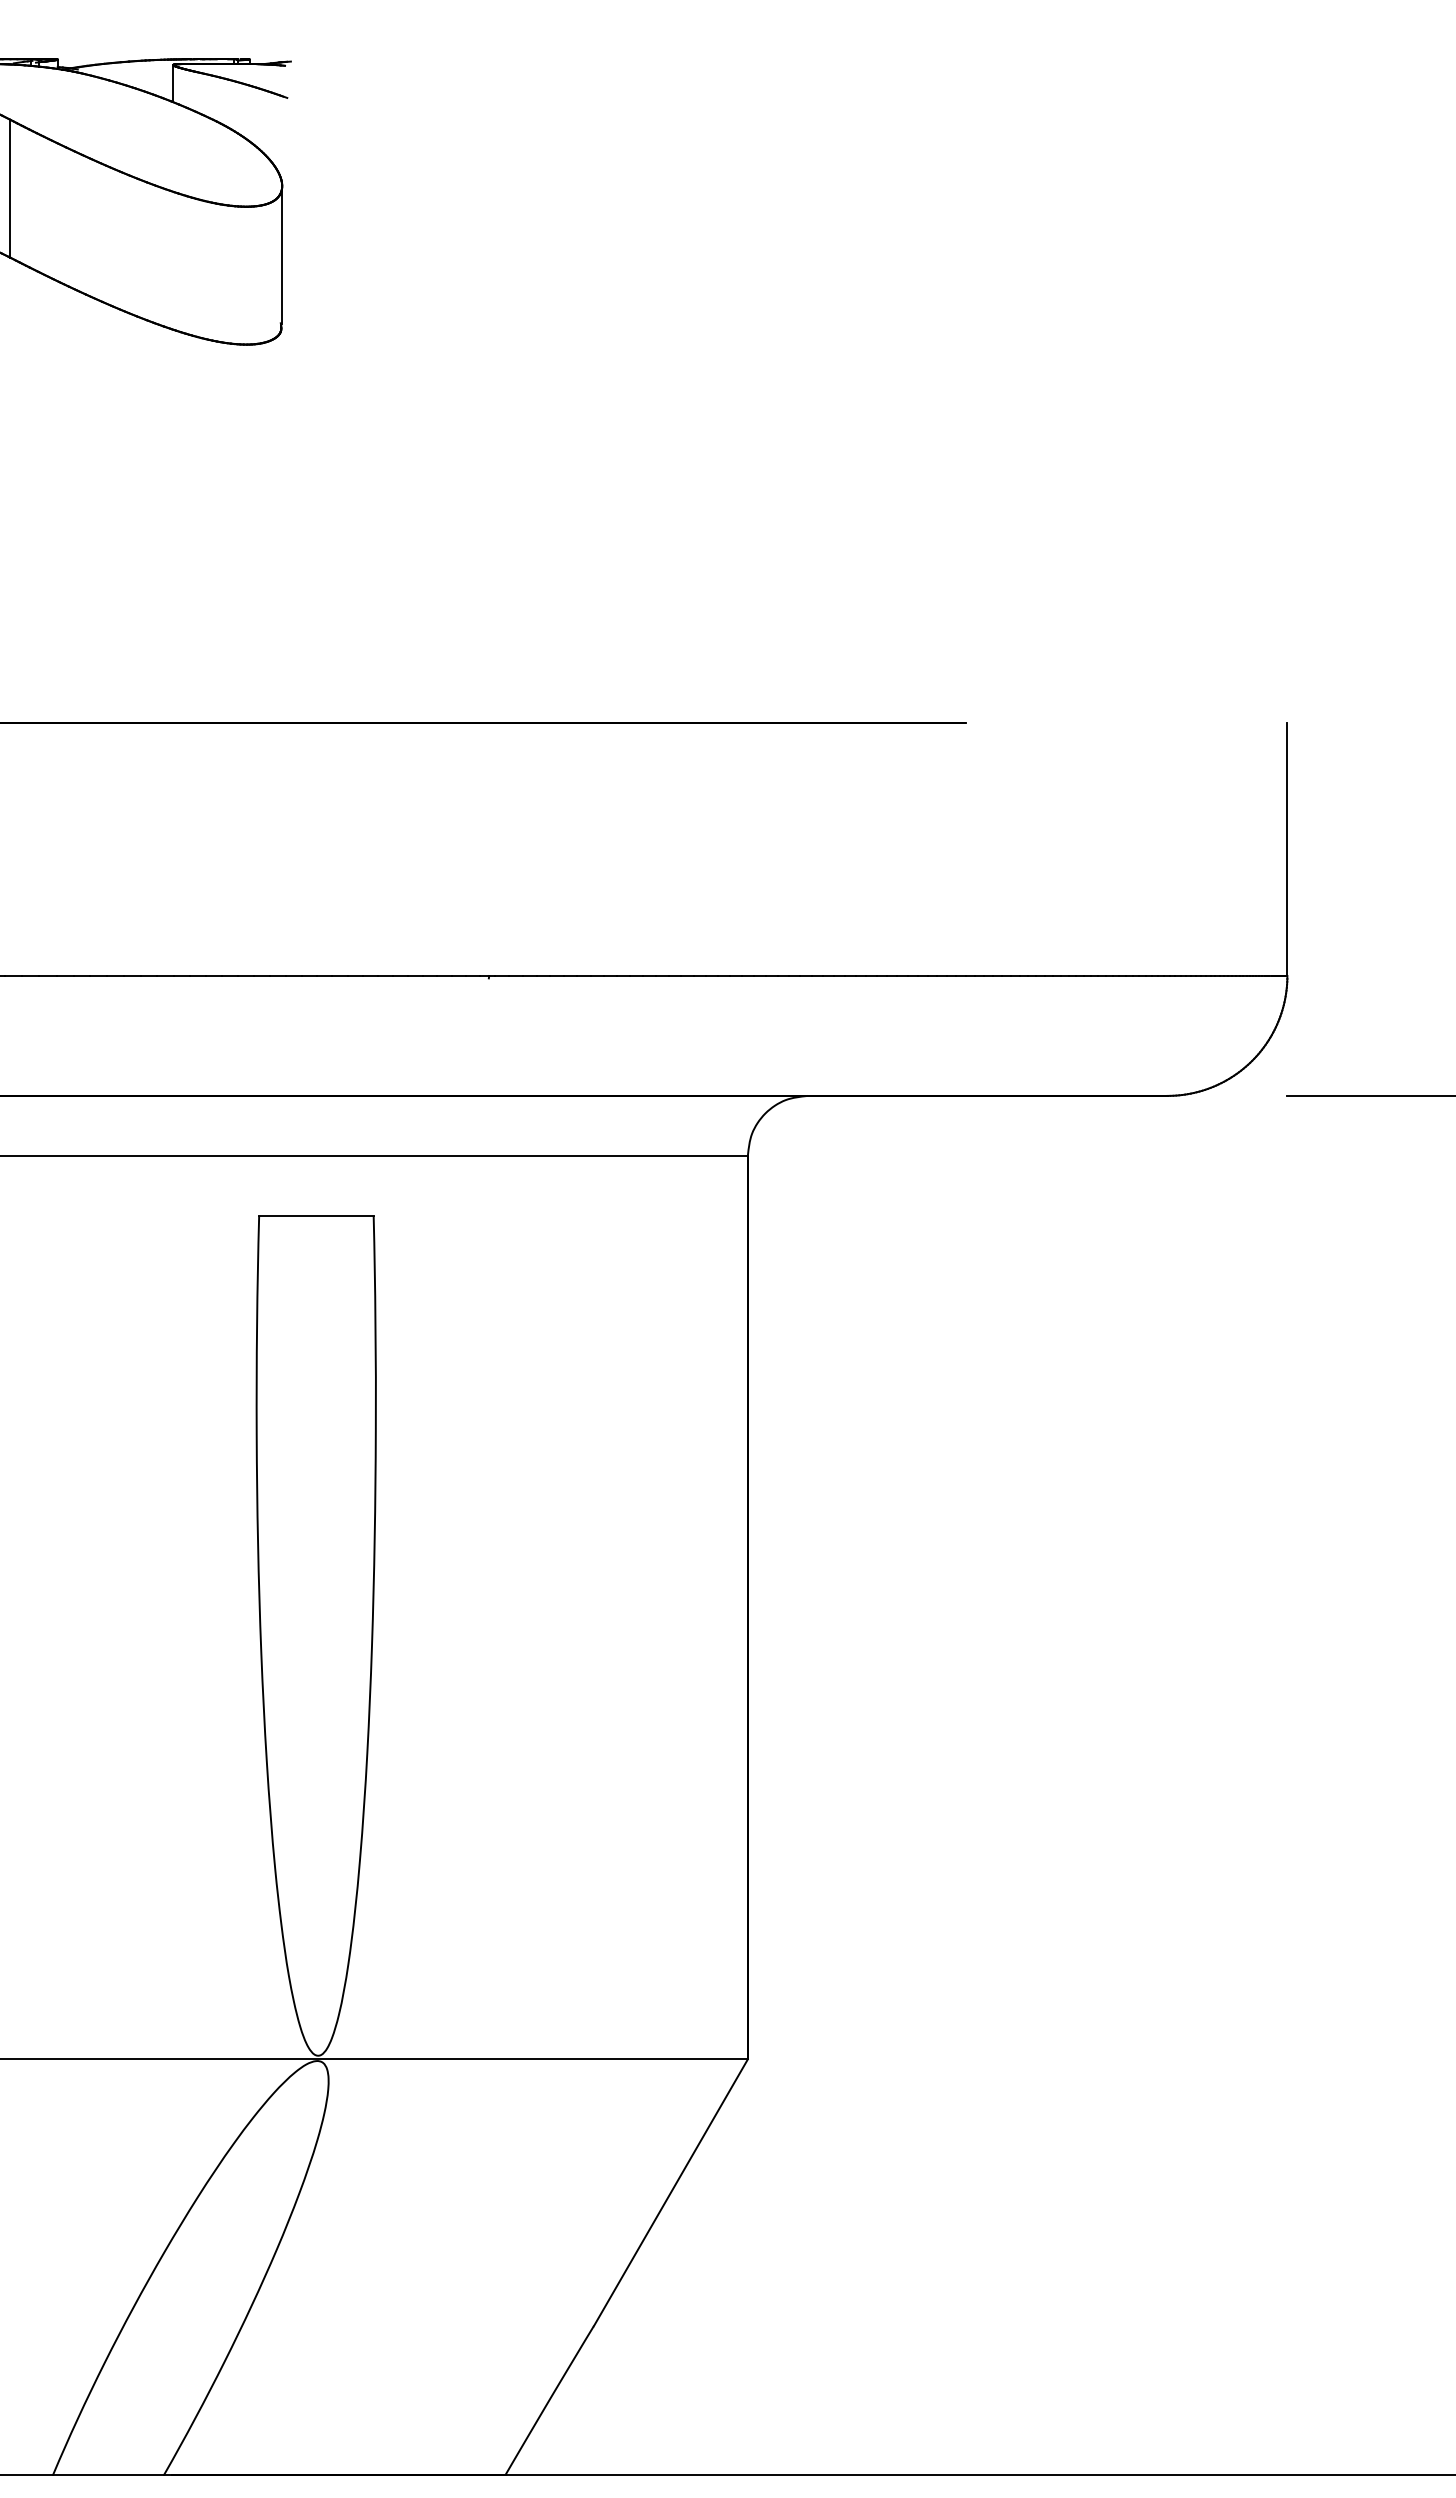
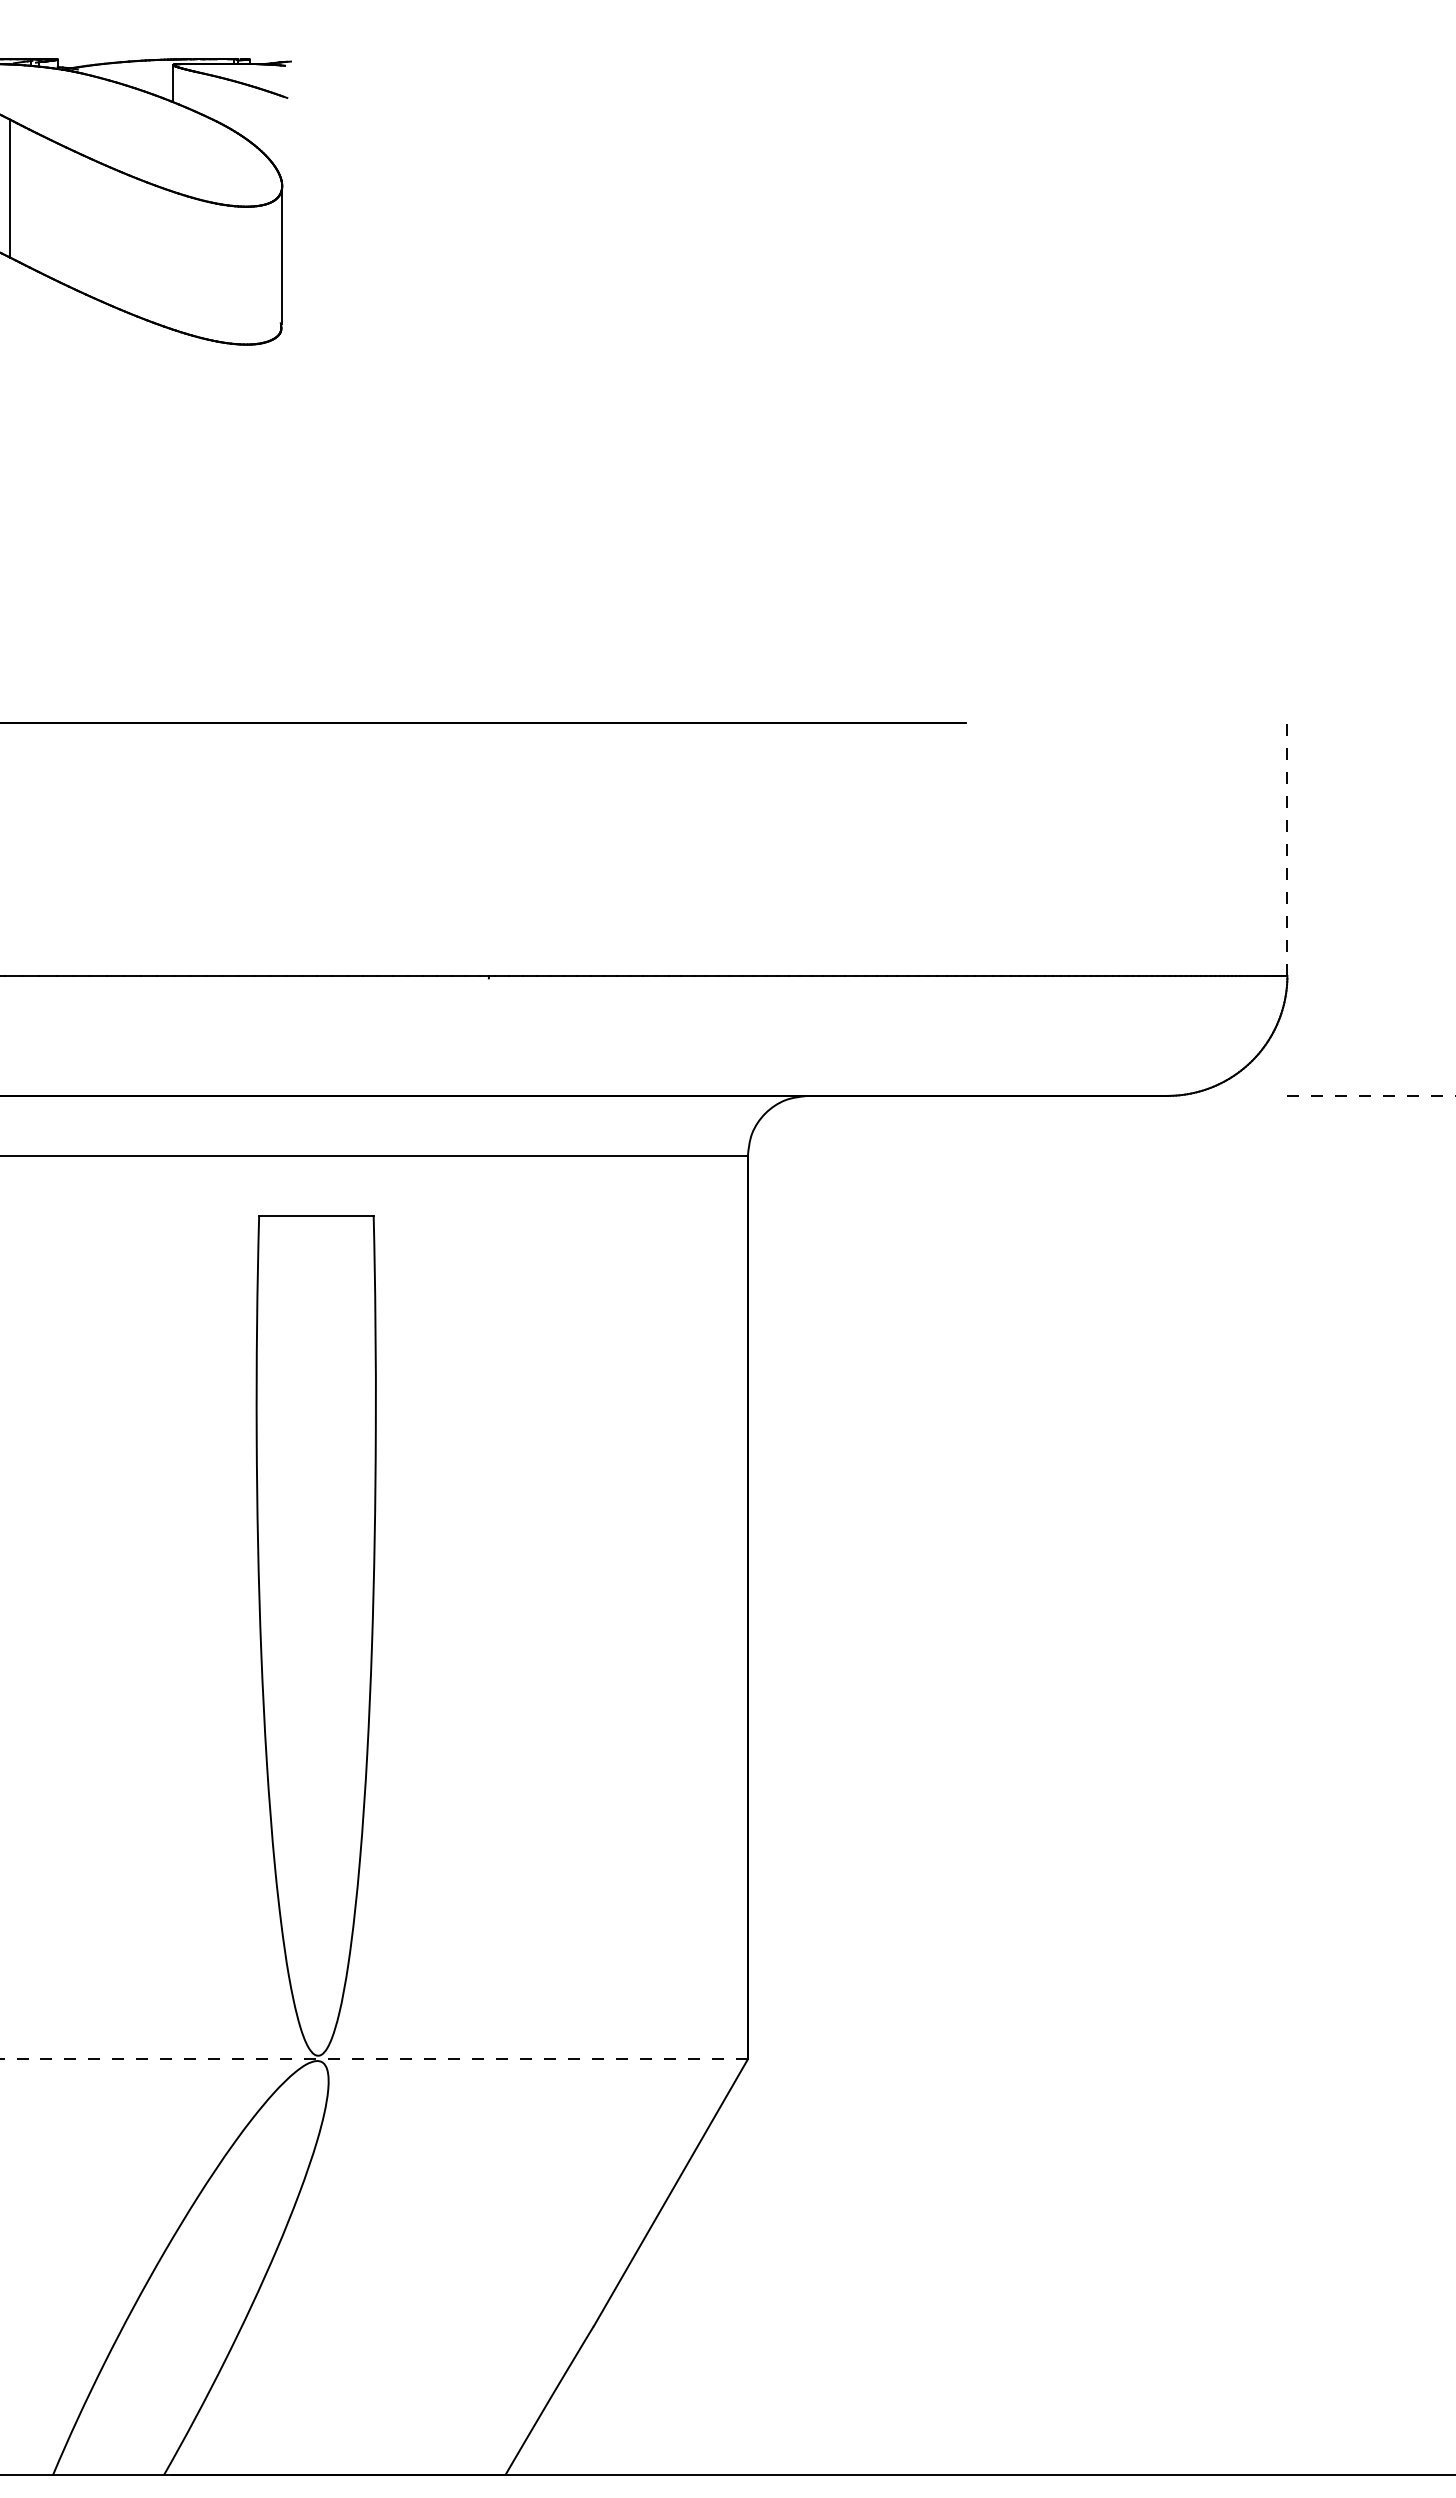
line at (1287, 849): solid -> dashed
line at (1371, 1095): solid -> dashed
line at (373, 2059): solid -> dashed
